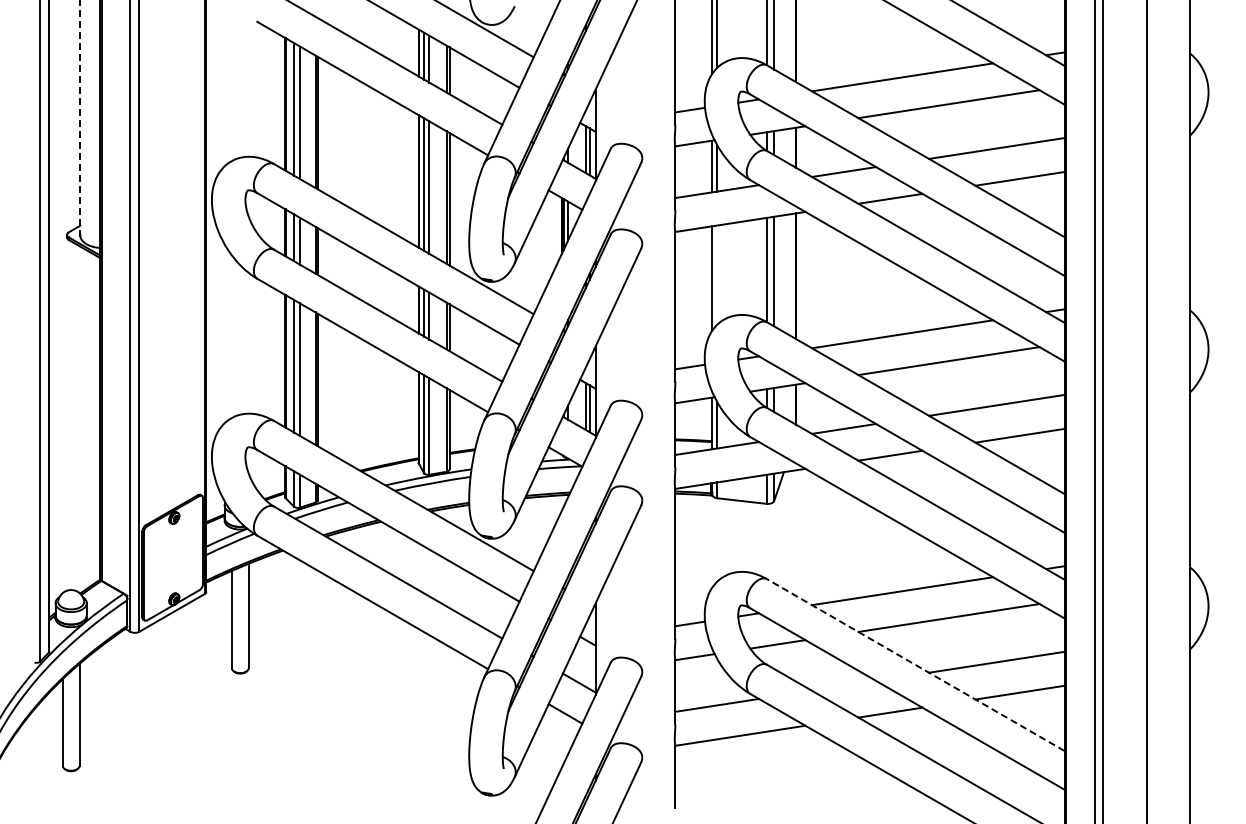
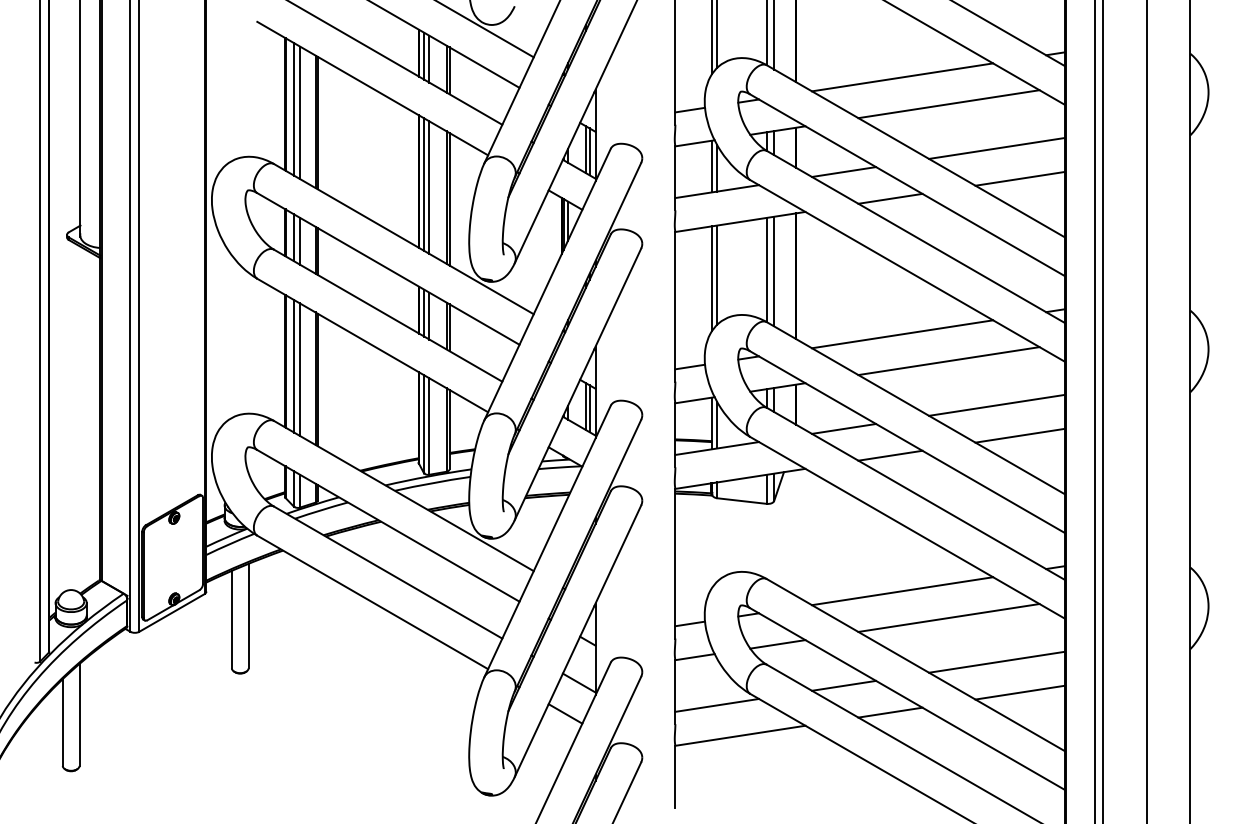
line at (80, 119): dashed -> solid
line at (717, 274): none -> present
line at (915, 665): dashed -> solid
line at (844, 685): none -> present
